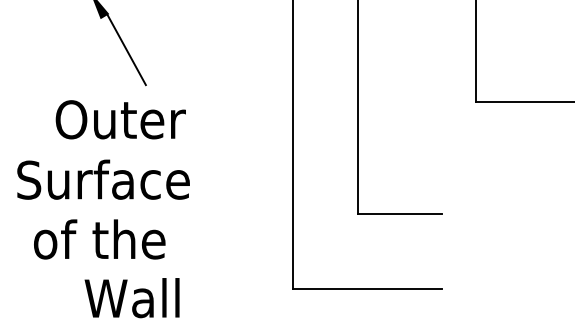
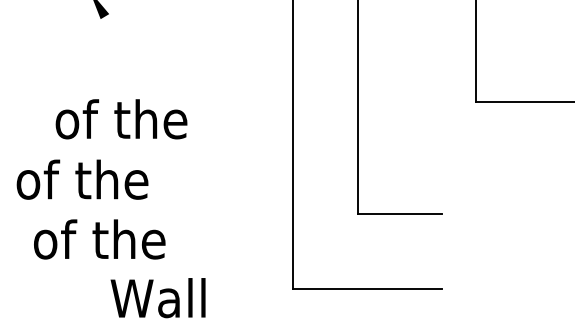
line at (126, 49): present -> none
text at (121, 119): Outer -> of the
text at (102, 179): Surface -> of the
text at (131, 298) position: (131, 298) -> (157, 298)
